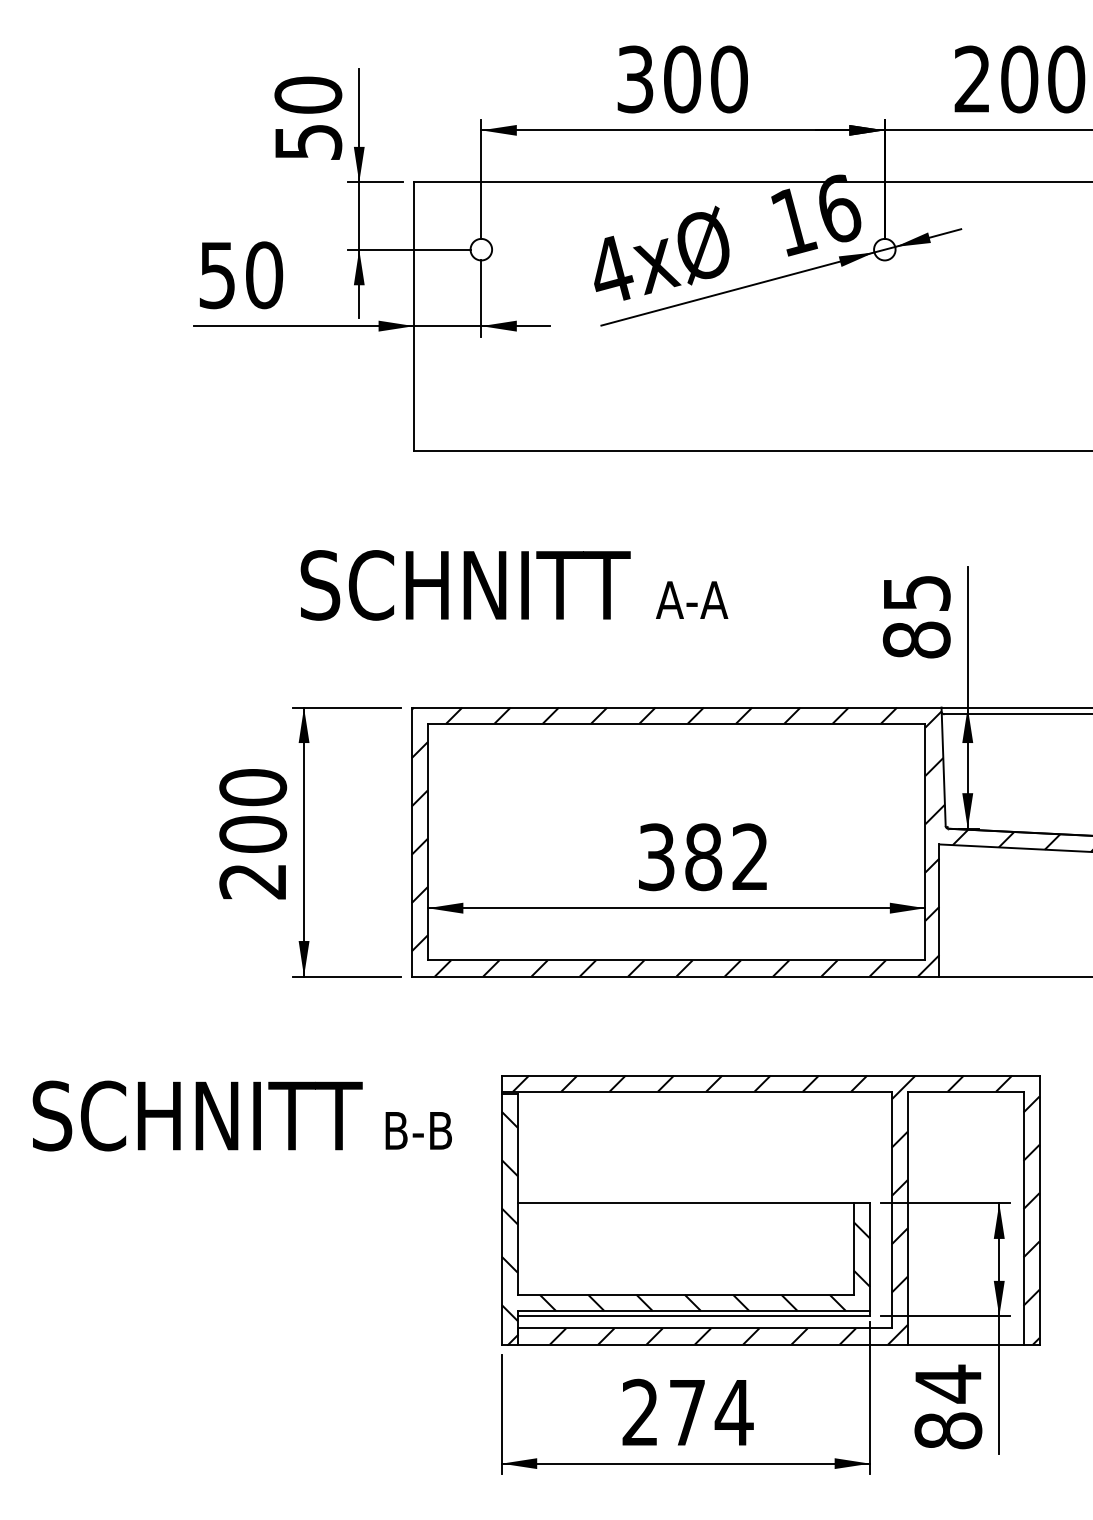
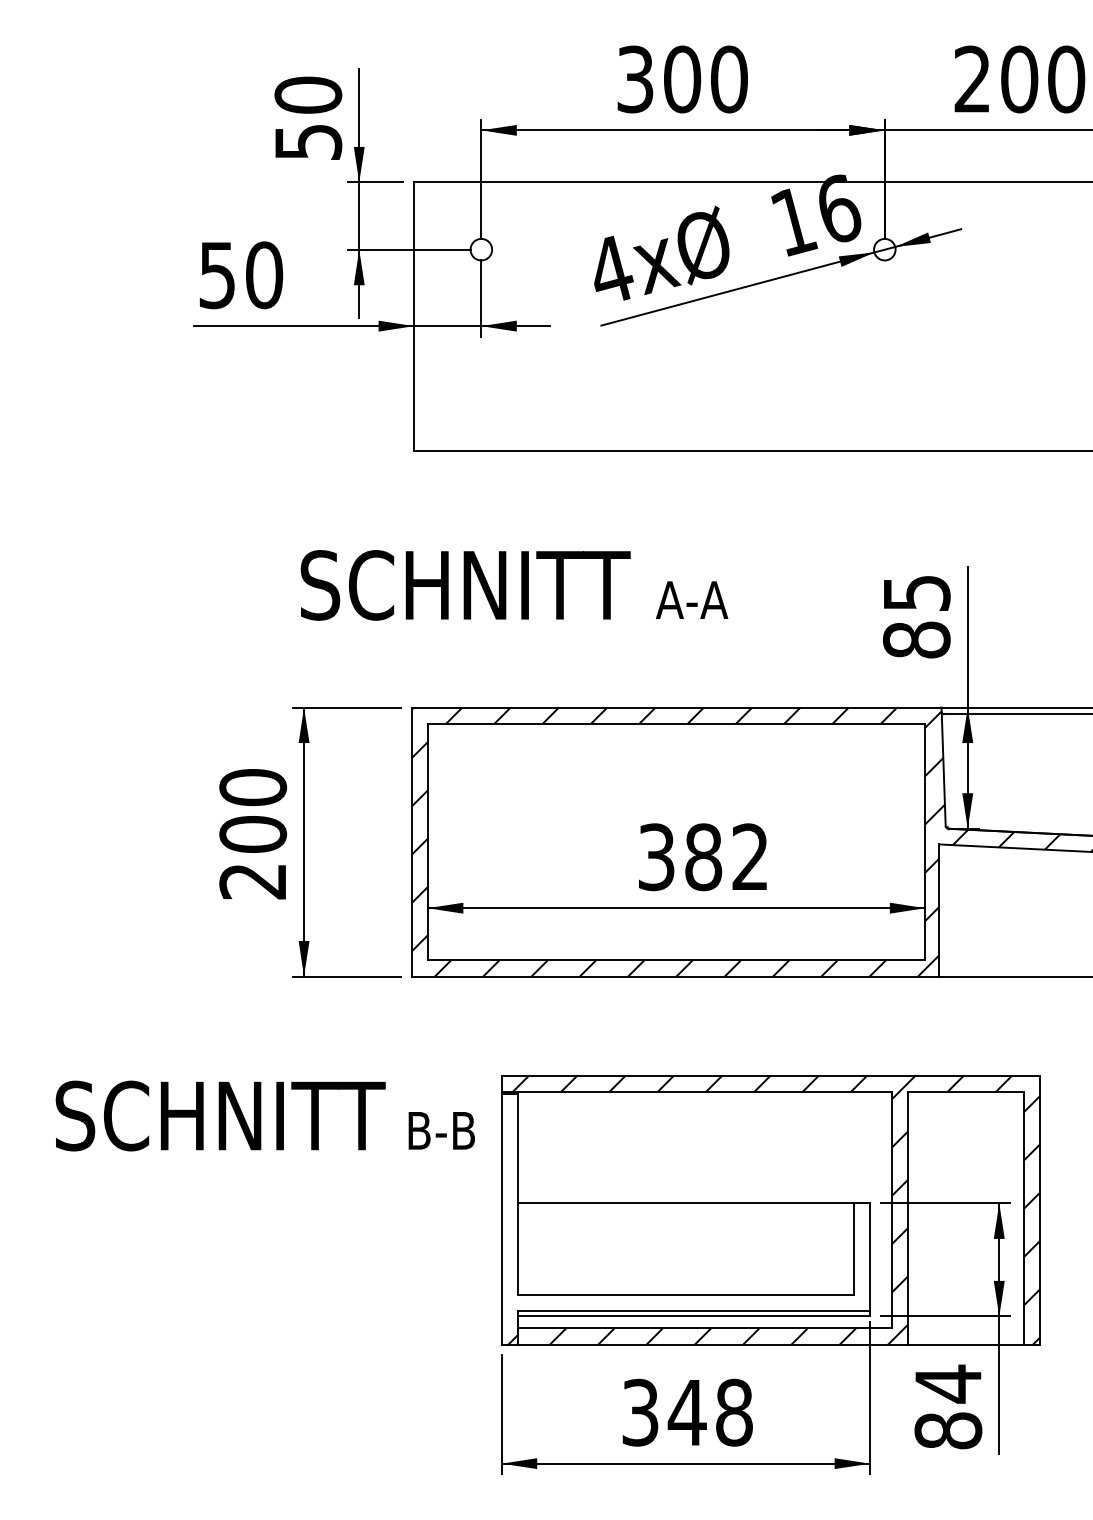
text at (241, 1115) position: (241, 1115) -> (264, 1115)
hatch at (685, 1216): present -> none
text at (687, 1412): 274 -> 348
